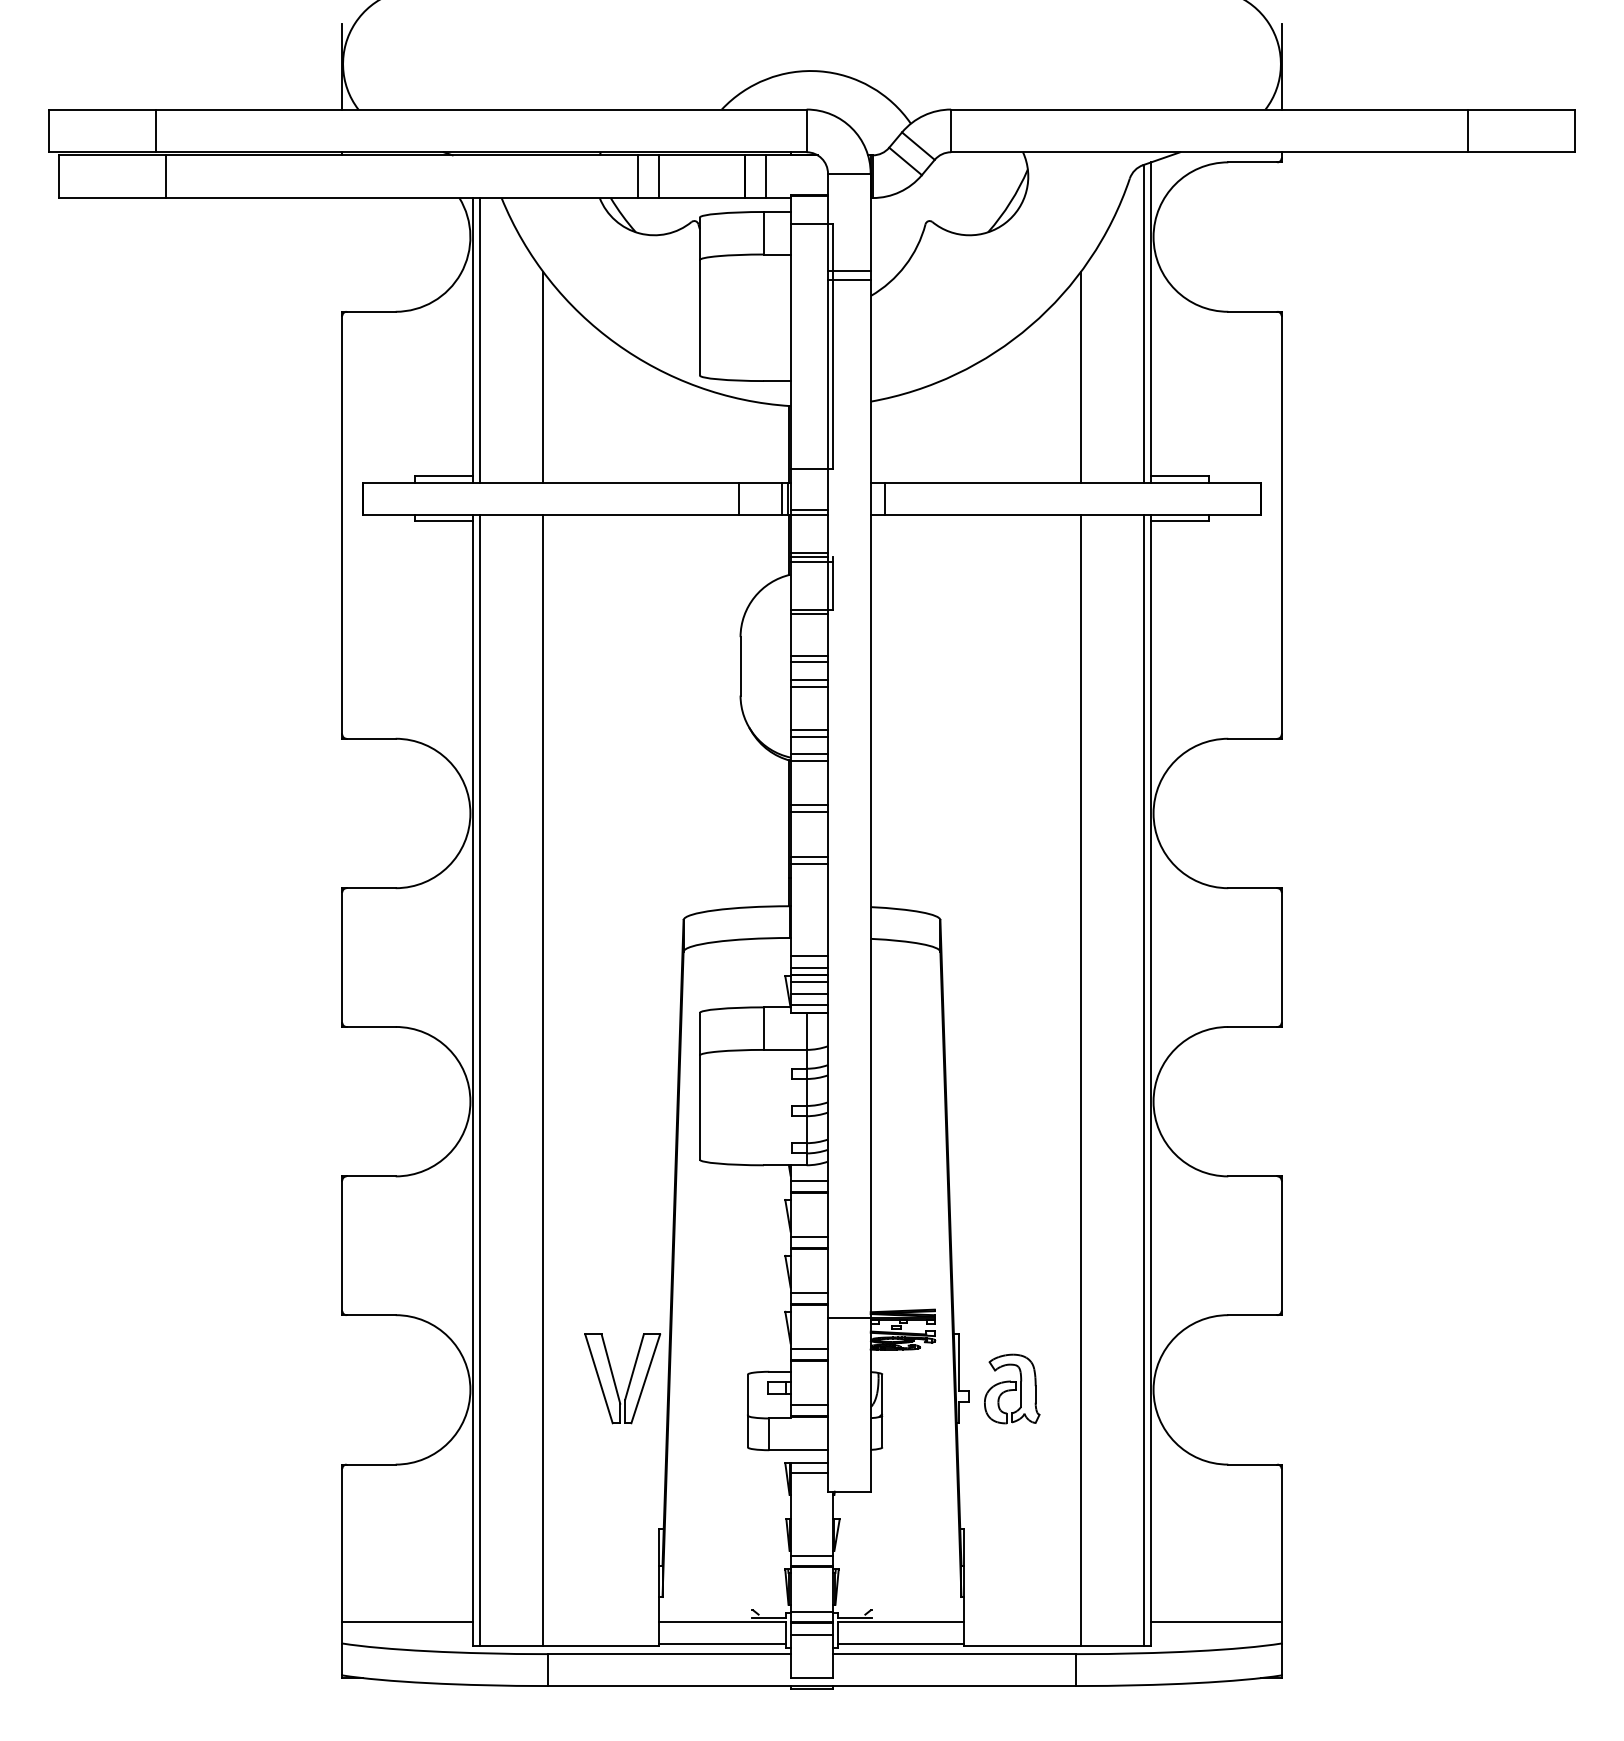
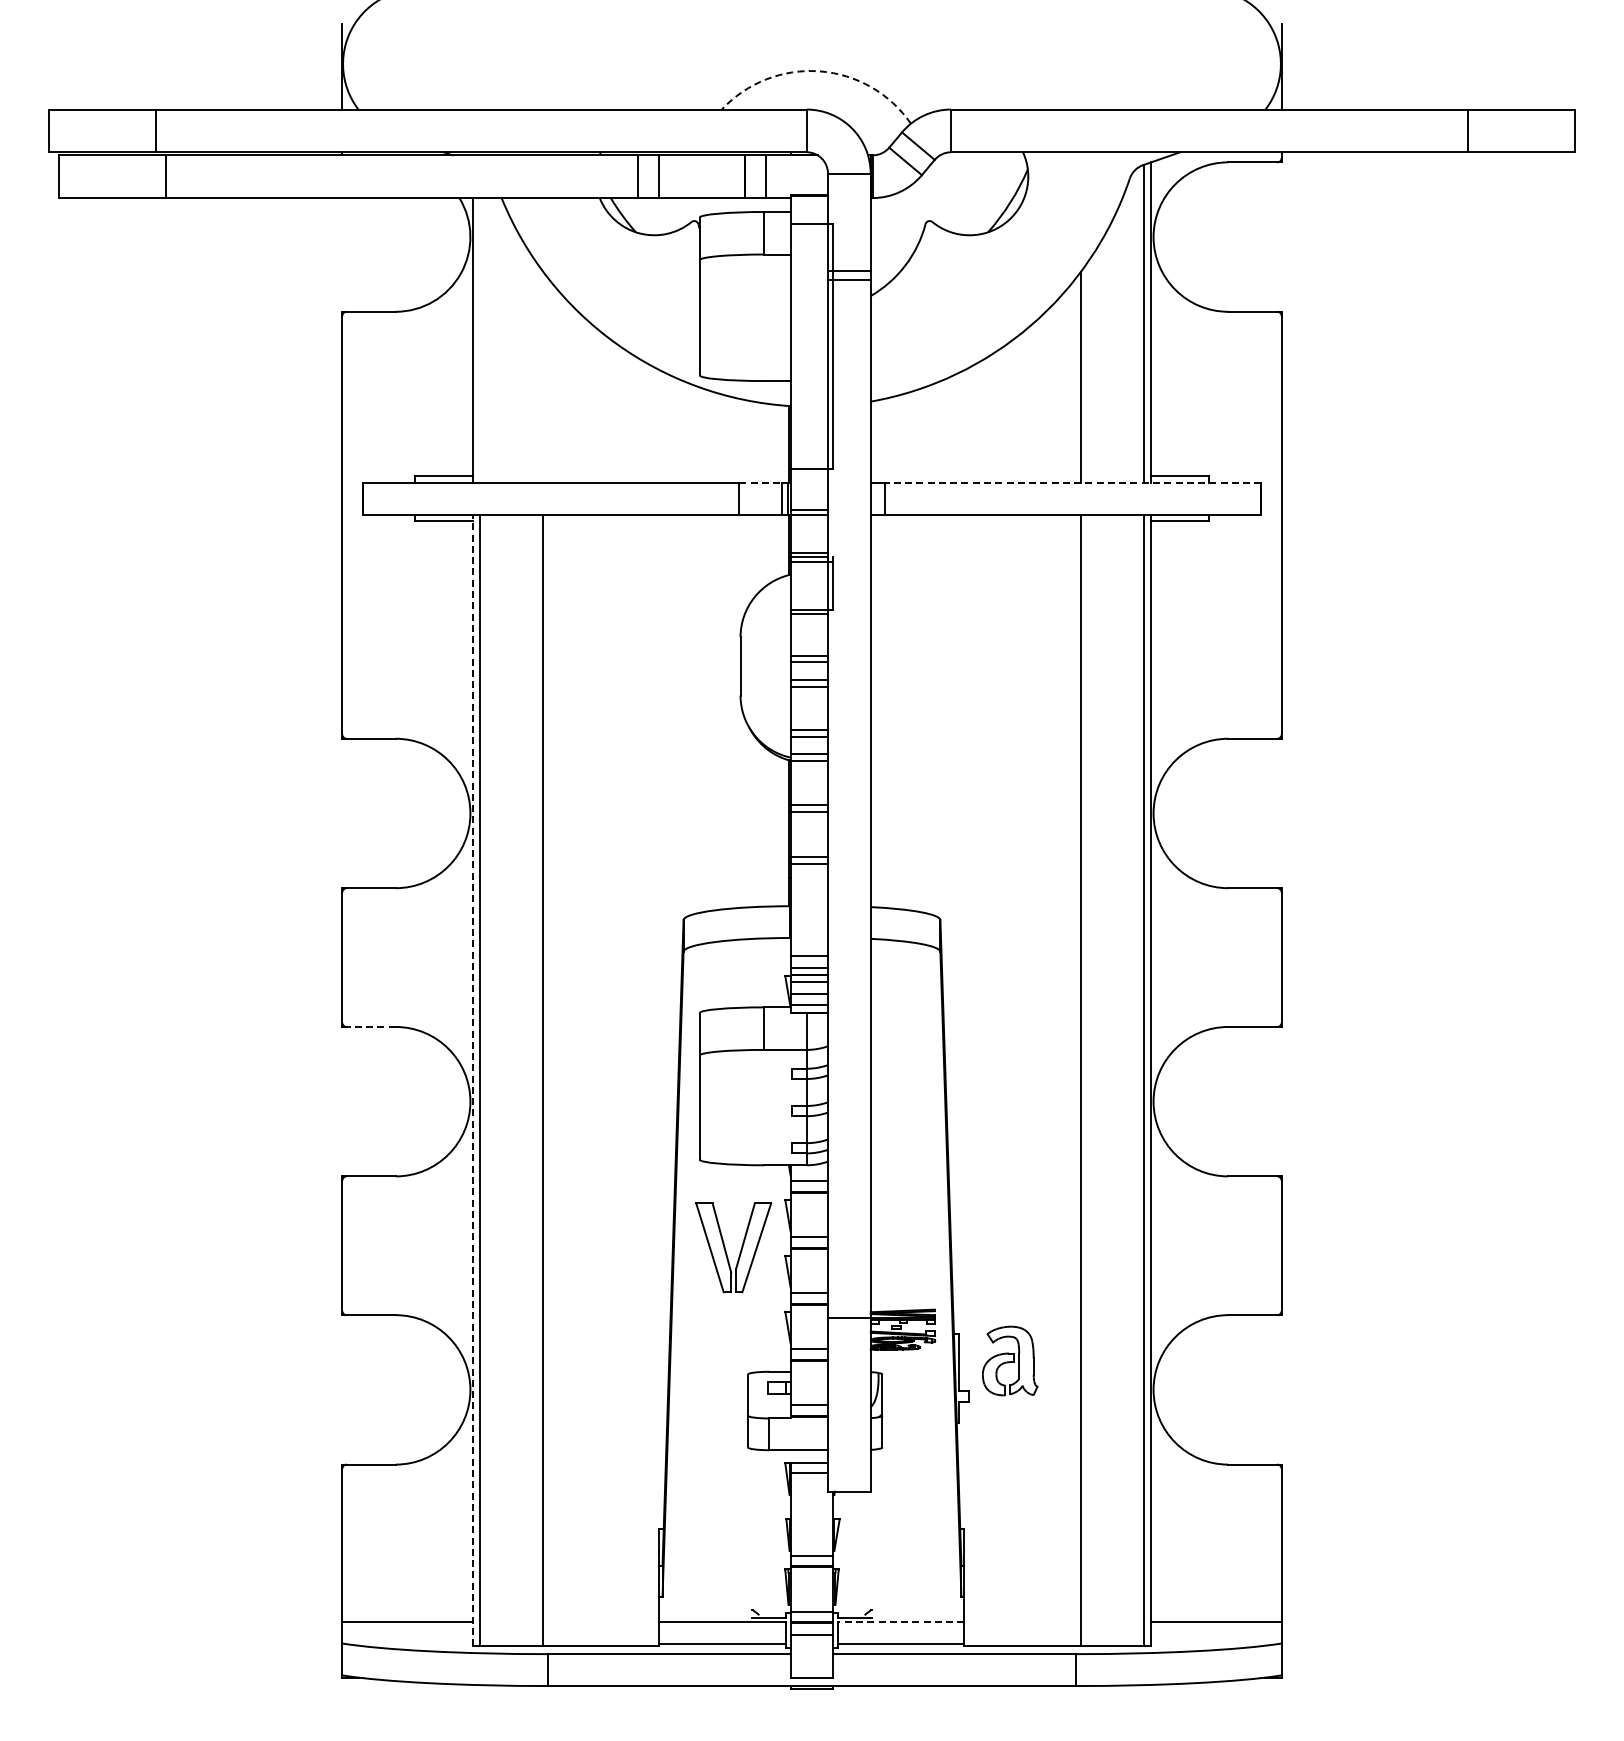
arc at (819, 71): solid -> dashed
line at (479, 340): present -> none
line at (543, 377): present -> none
line at (761, 482): solid -> dashed
line at (1072, 482): solid -> dashed
line at (371, 1026): solid -> dashed
line at (472, 1080): solid -> dashed
part at (629, 1380) position: (629, 1380) -> (740, 1249)
part at (1012, 1388) position: (1012, 1388) -> (1010, 1360)
line at (900, 1622): solid -> dashed
